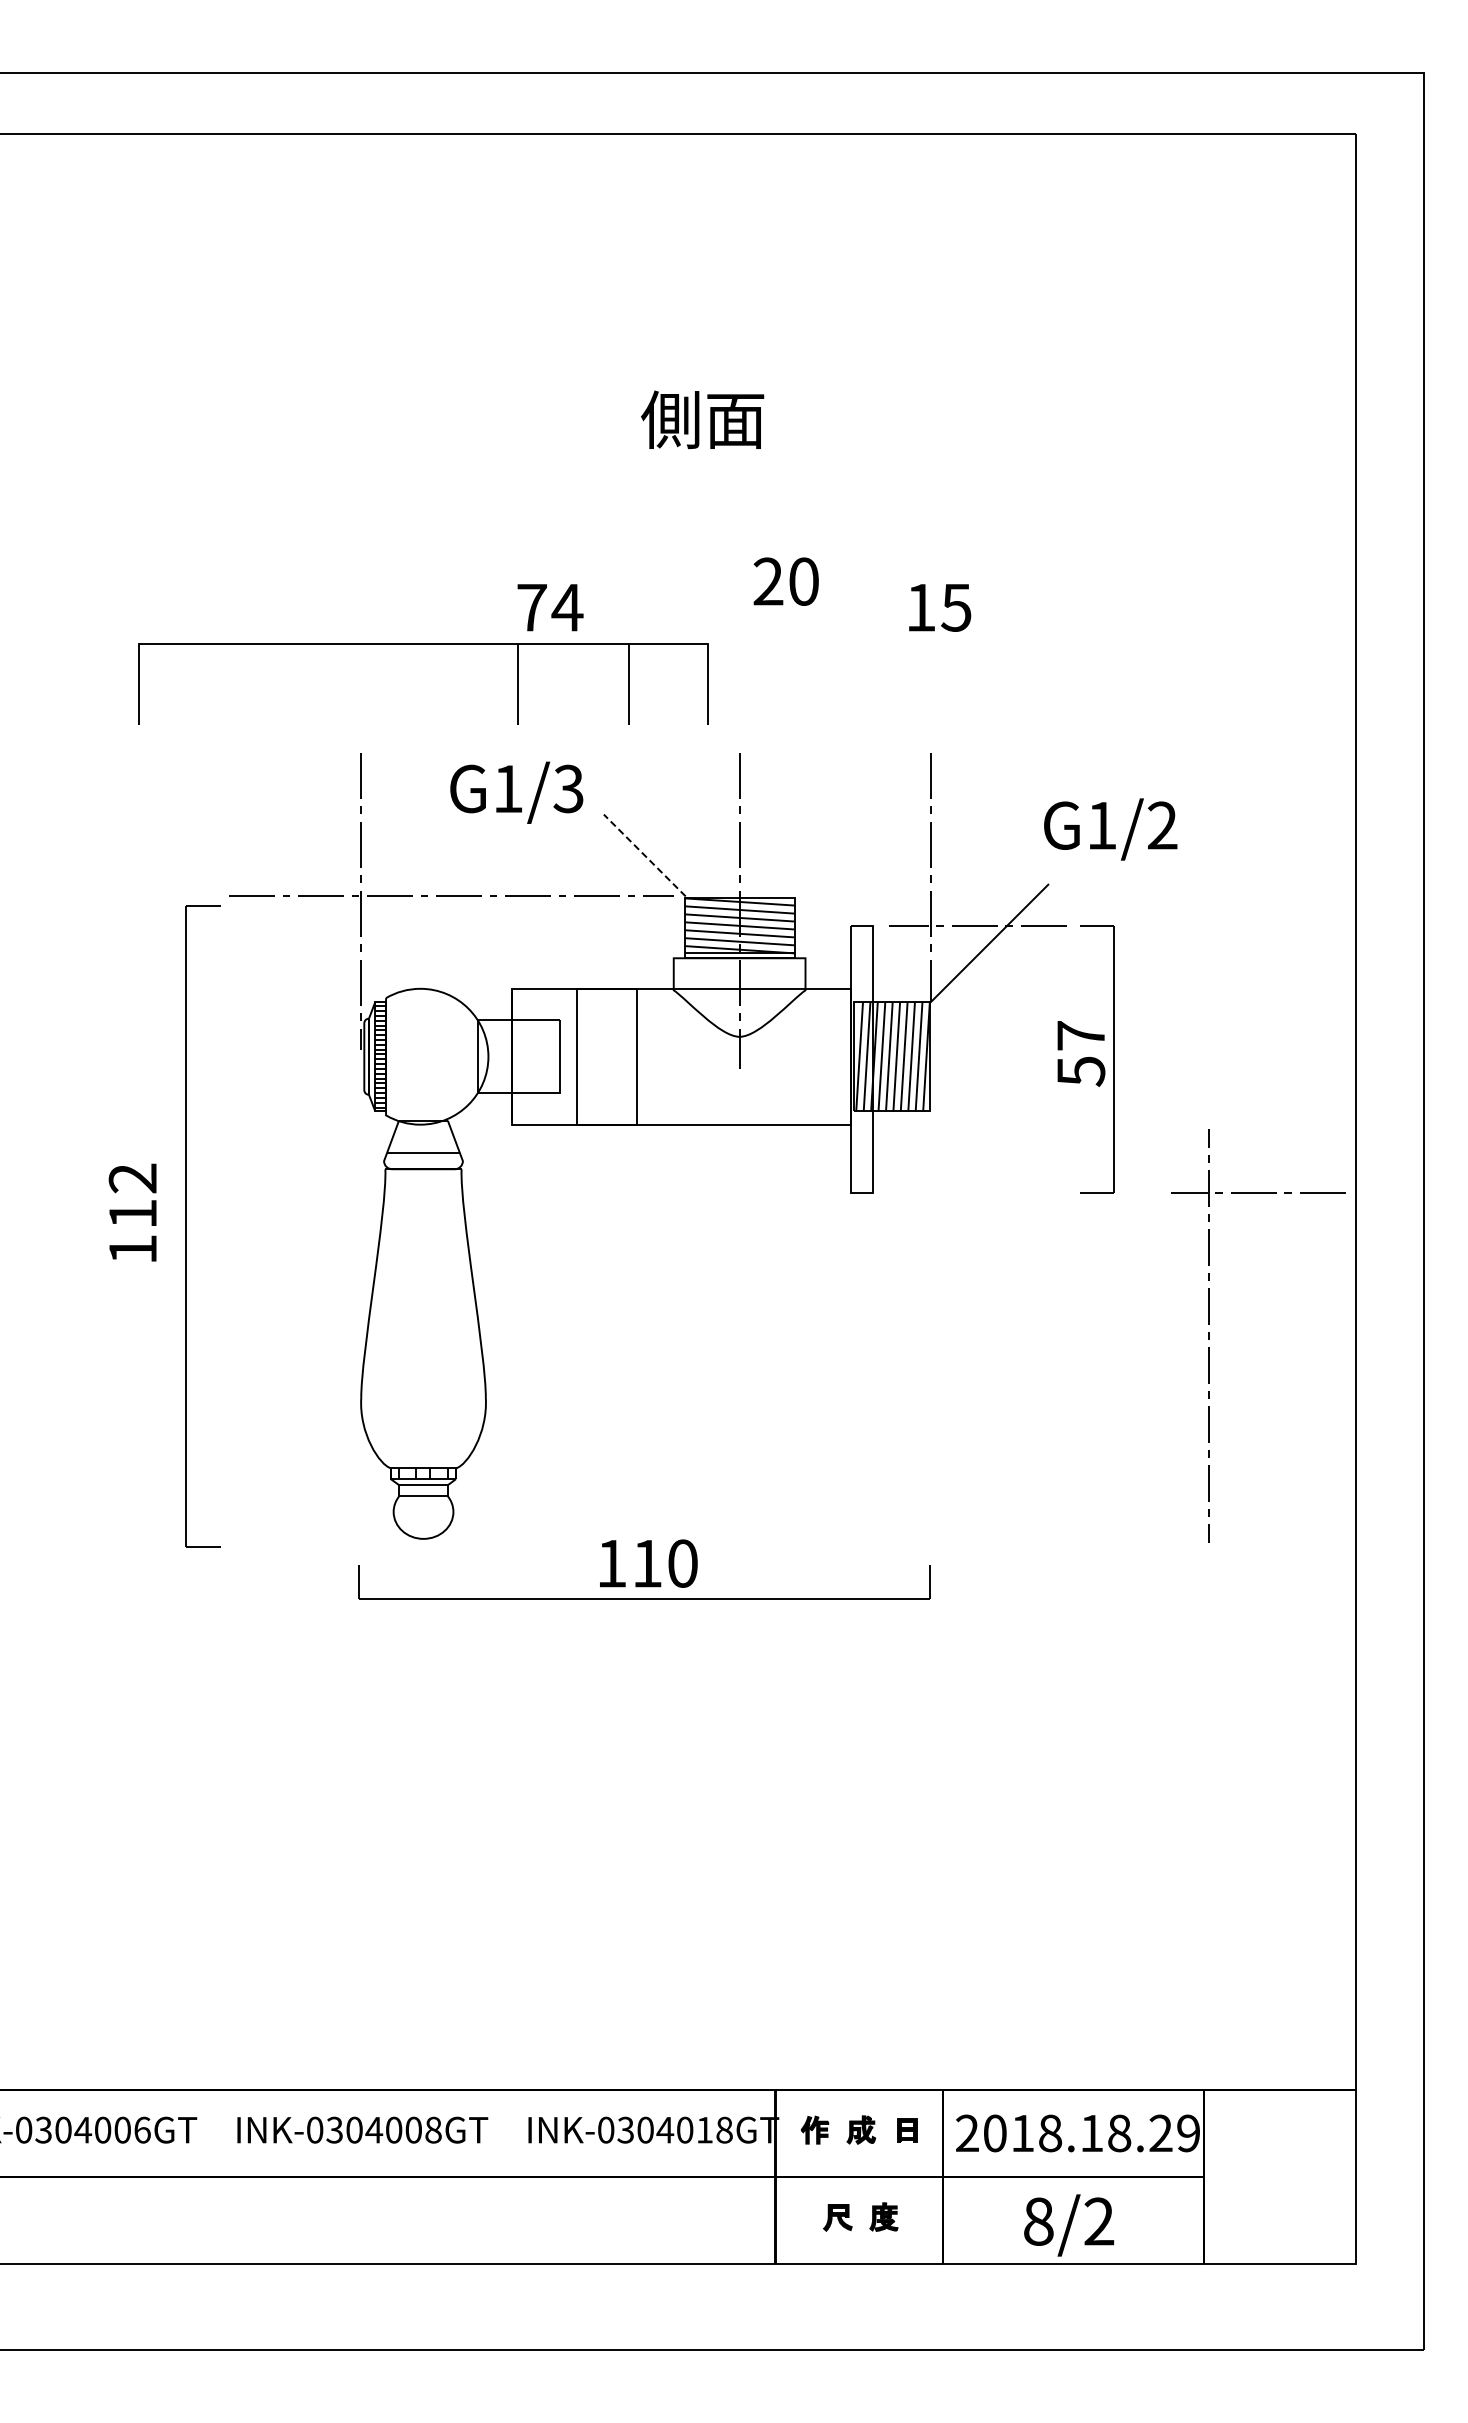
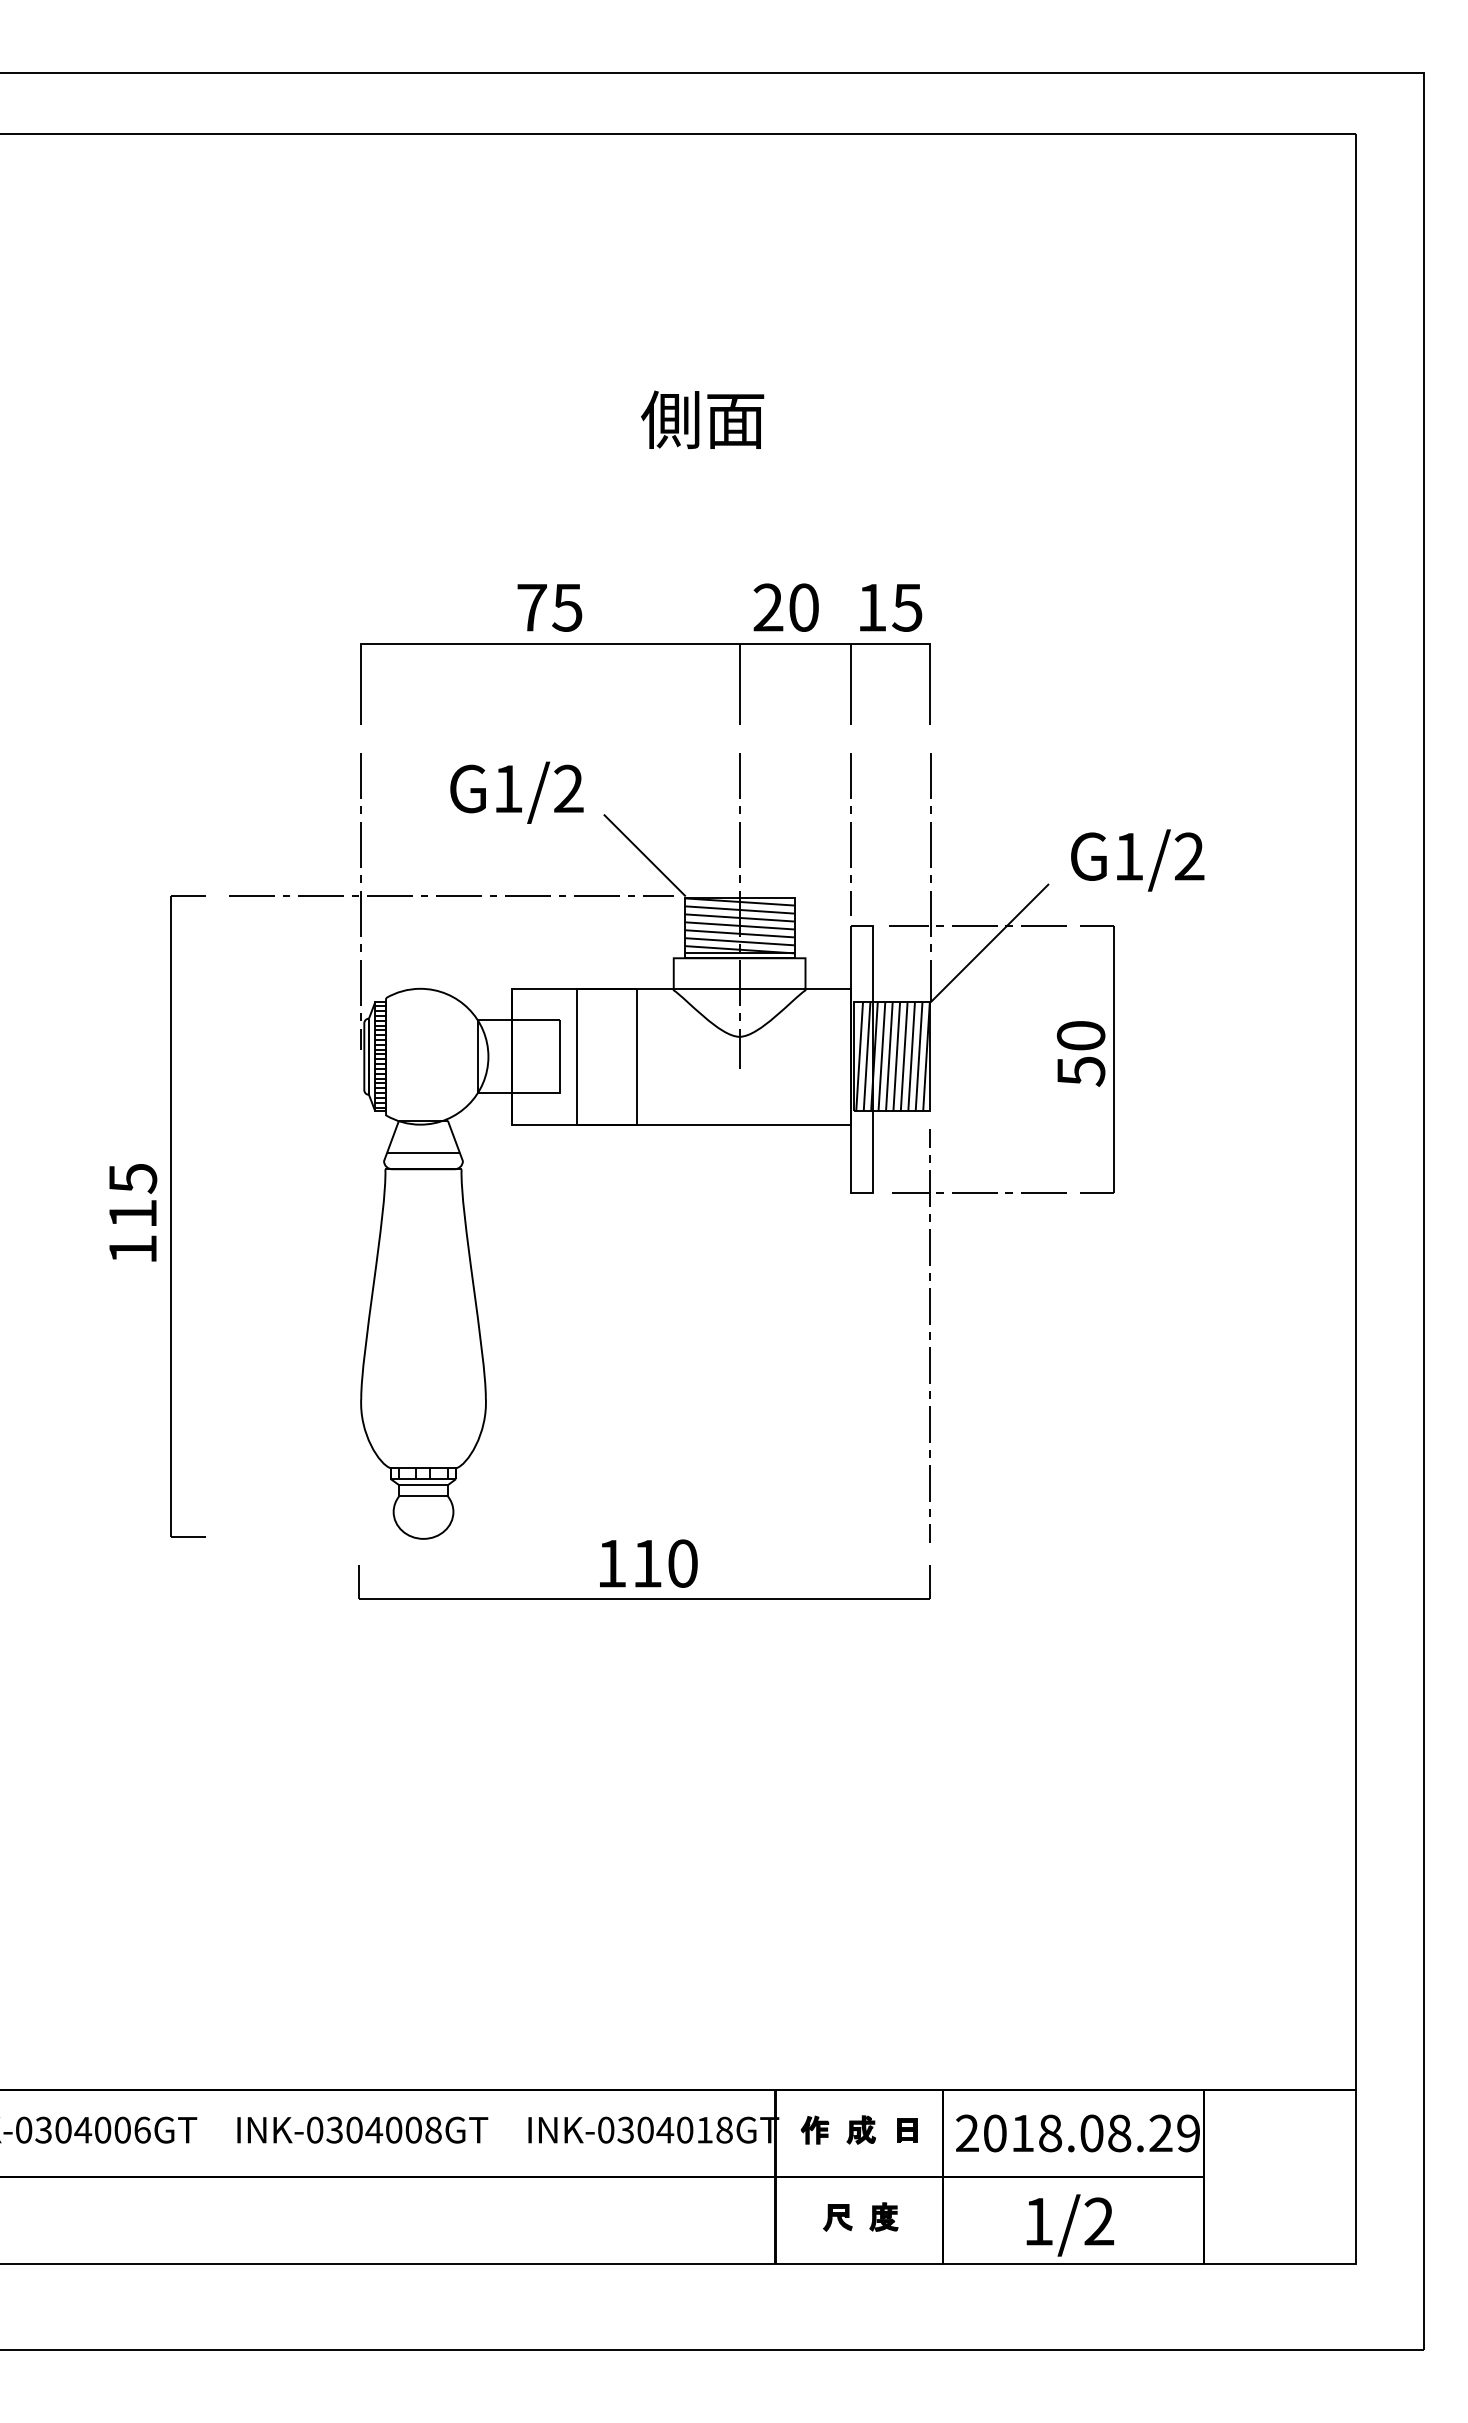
text at (785, 581) position: (785, 581) -> (785, 607)
text at (567, 607): 74 -> 75
text at (940, 607) position: (940, 607) -> (891, 607)
part at (423, 644) position: (423, 644) -> (645, 644)
text at (568, 789): G1/3 -> G1/2
text at (1110, 829) position: (1110, 829) -> (1137, 860)
line at (850, 834): none -> present
line at (644, 855): dashed -> solid
text at (1080, 1035): 57 -> 50
text at (132, 1178): 112 -> 115
part at (186, 1226) position: (186, 1226) -> (171, 1216)
part at (1209, 1335) position: (1209, 1335) -> (930, 1335)
text at (1091, 2133): 2018.18.29 -> 2018.08.29
text at (1038, 2221): 8/2 -> 1/2
